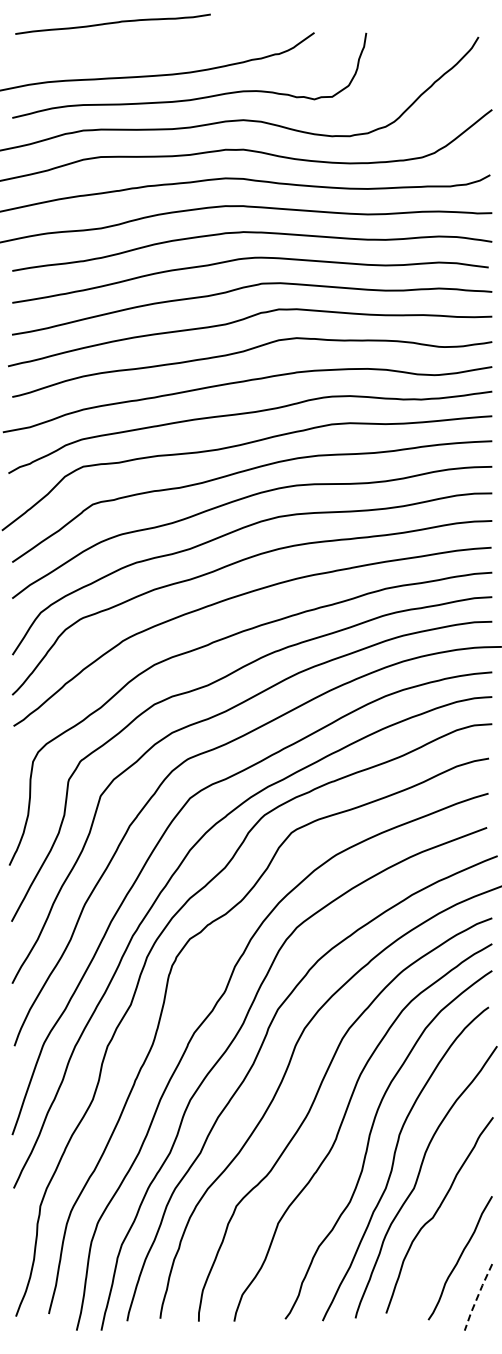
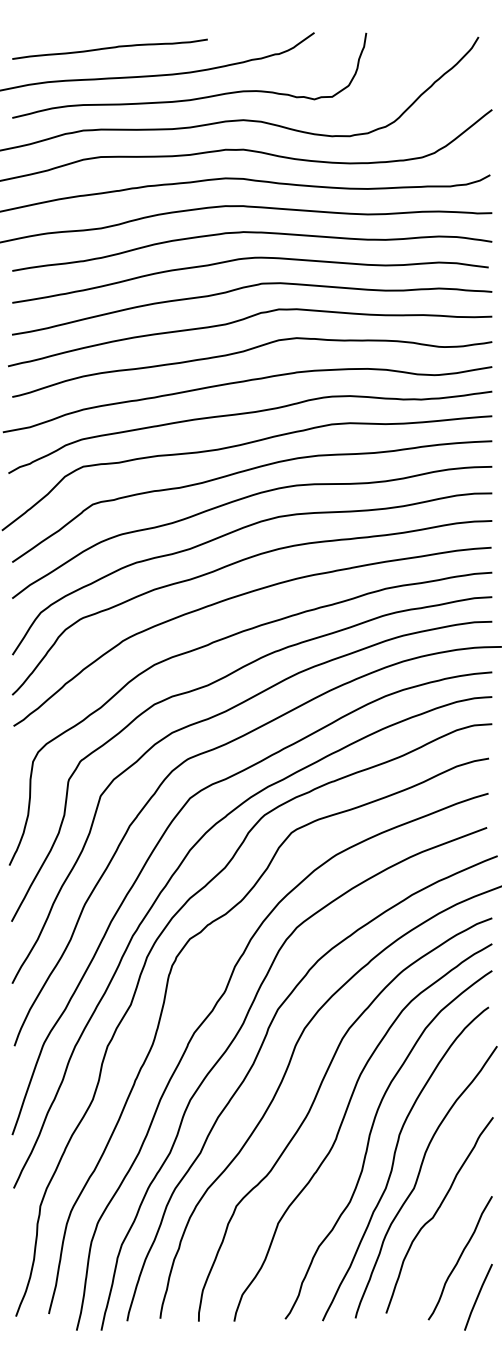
curve at (112, 23) position: (112, 23) -> (109, 48)
line at (477, 1297): dashed -> solid
